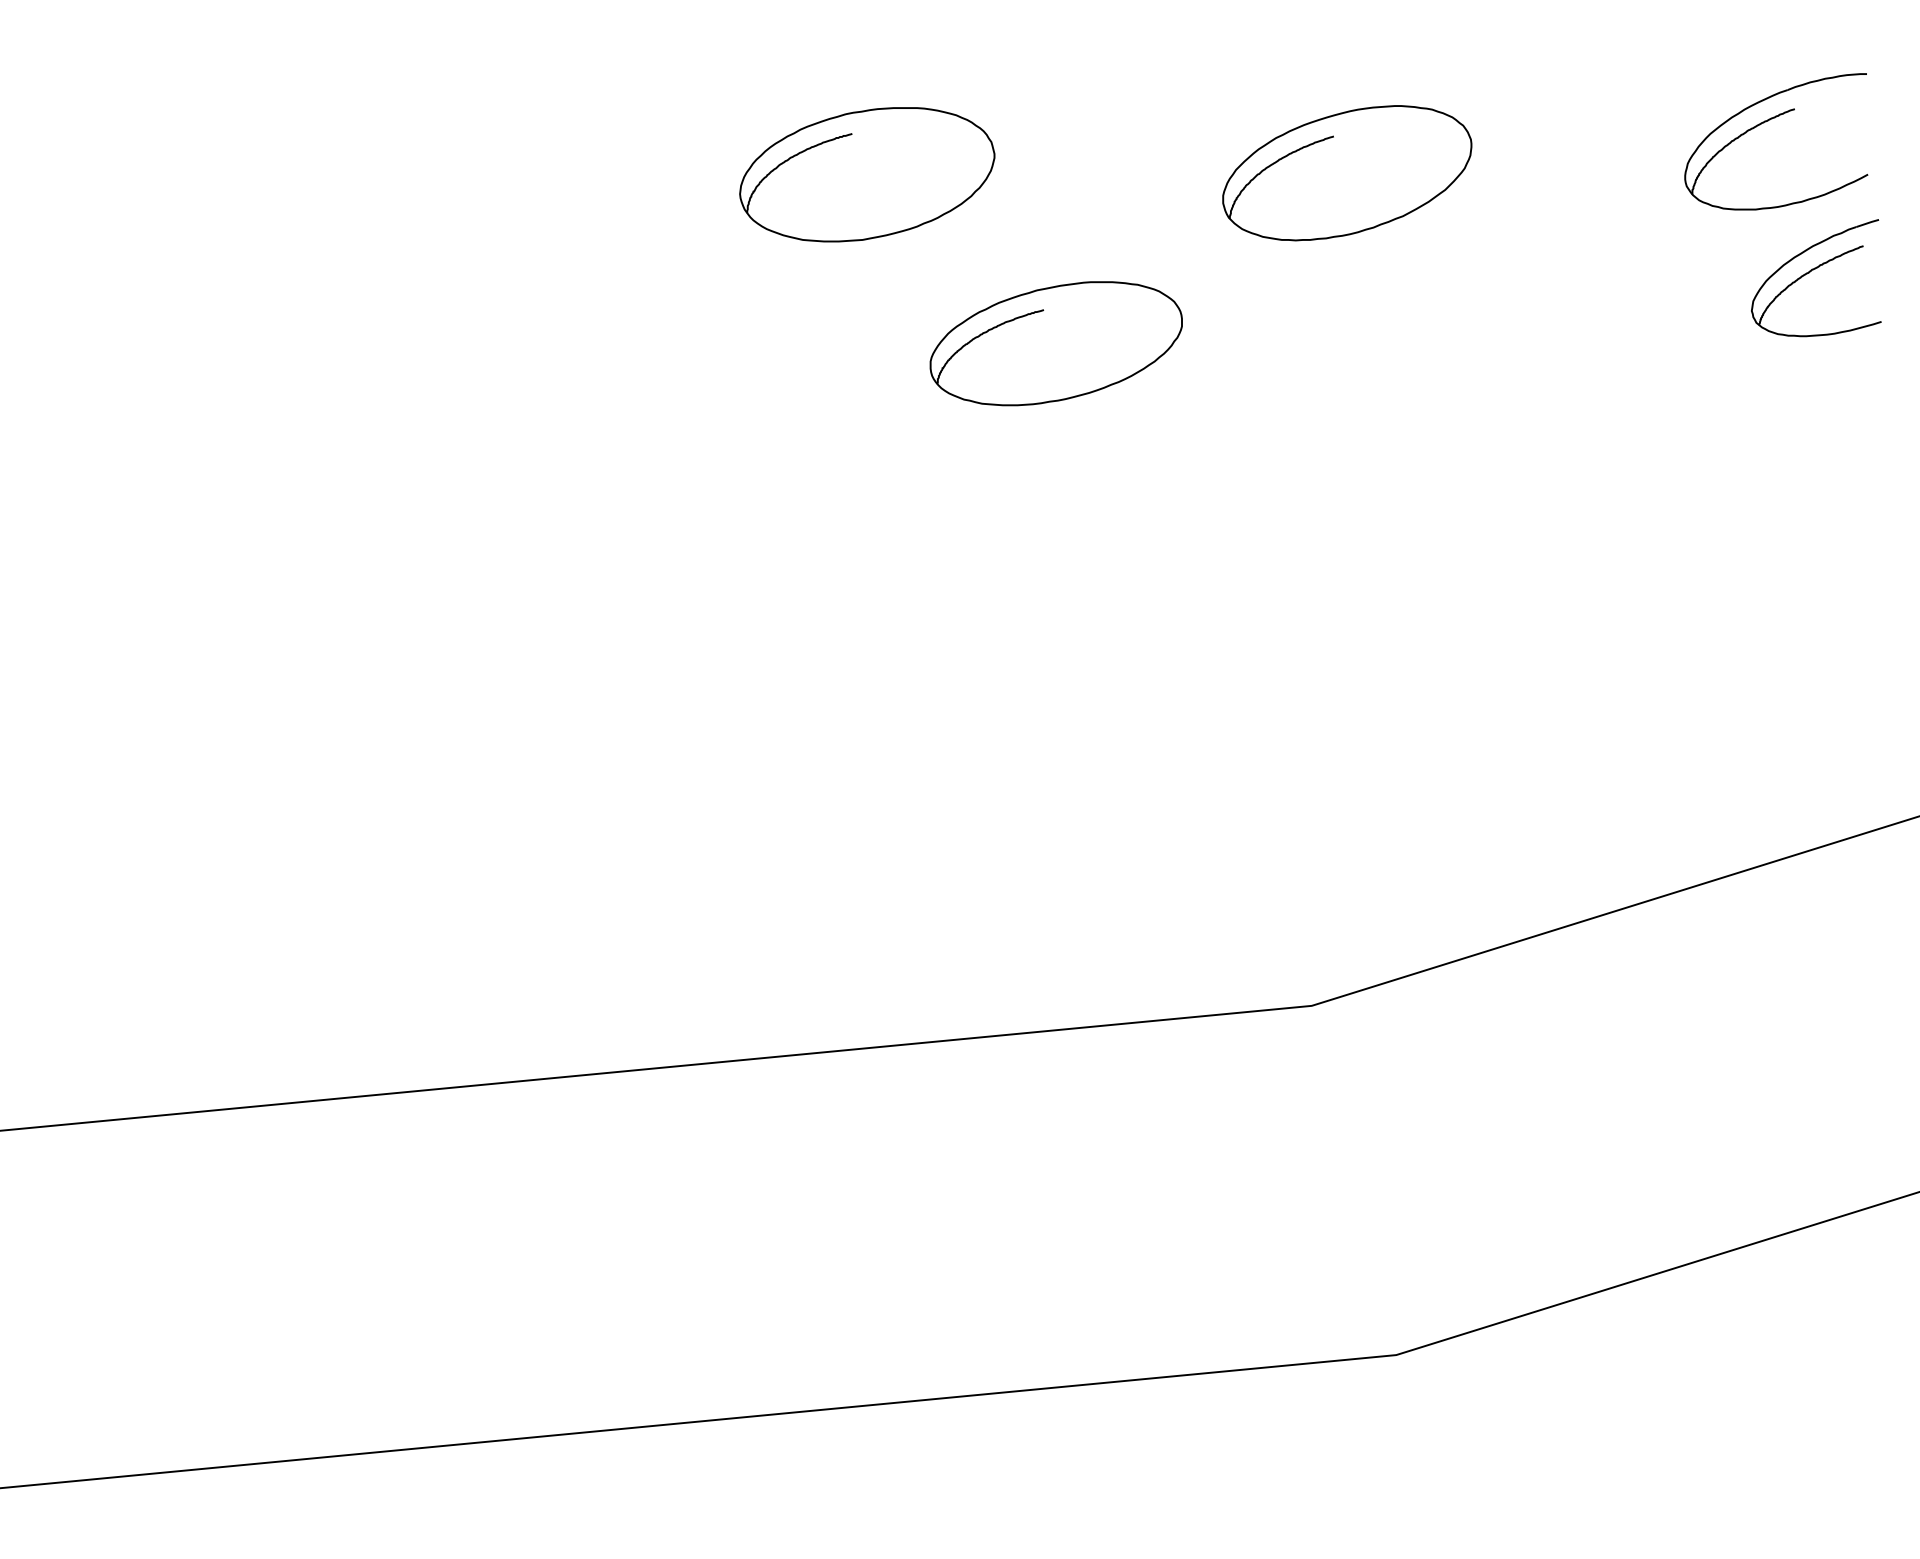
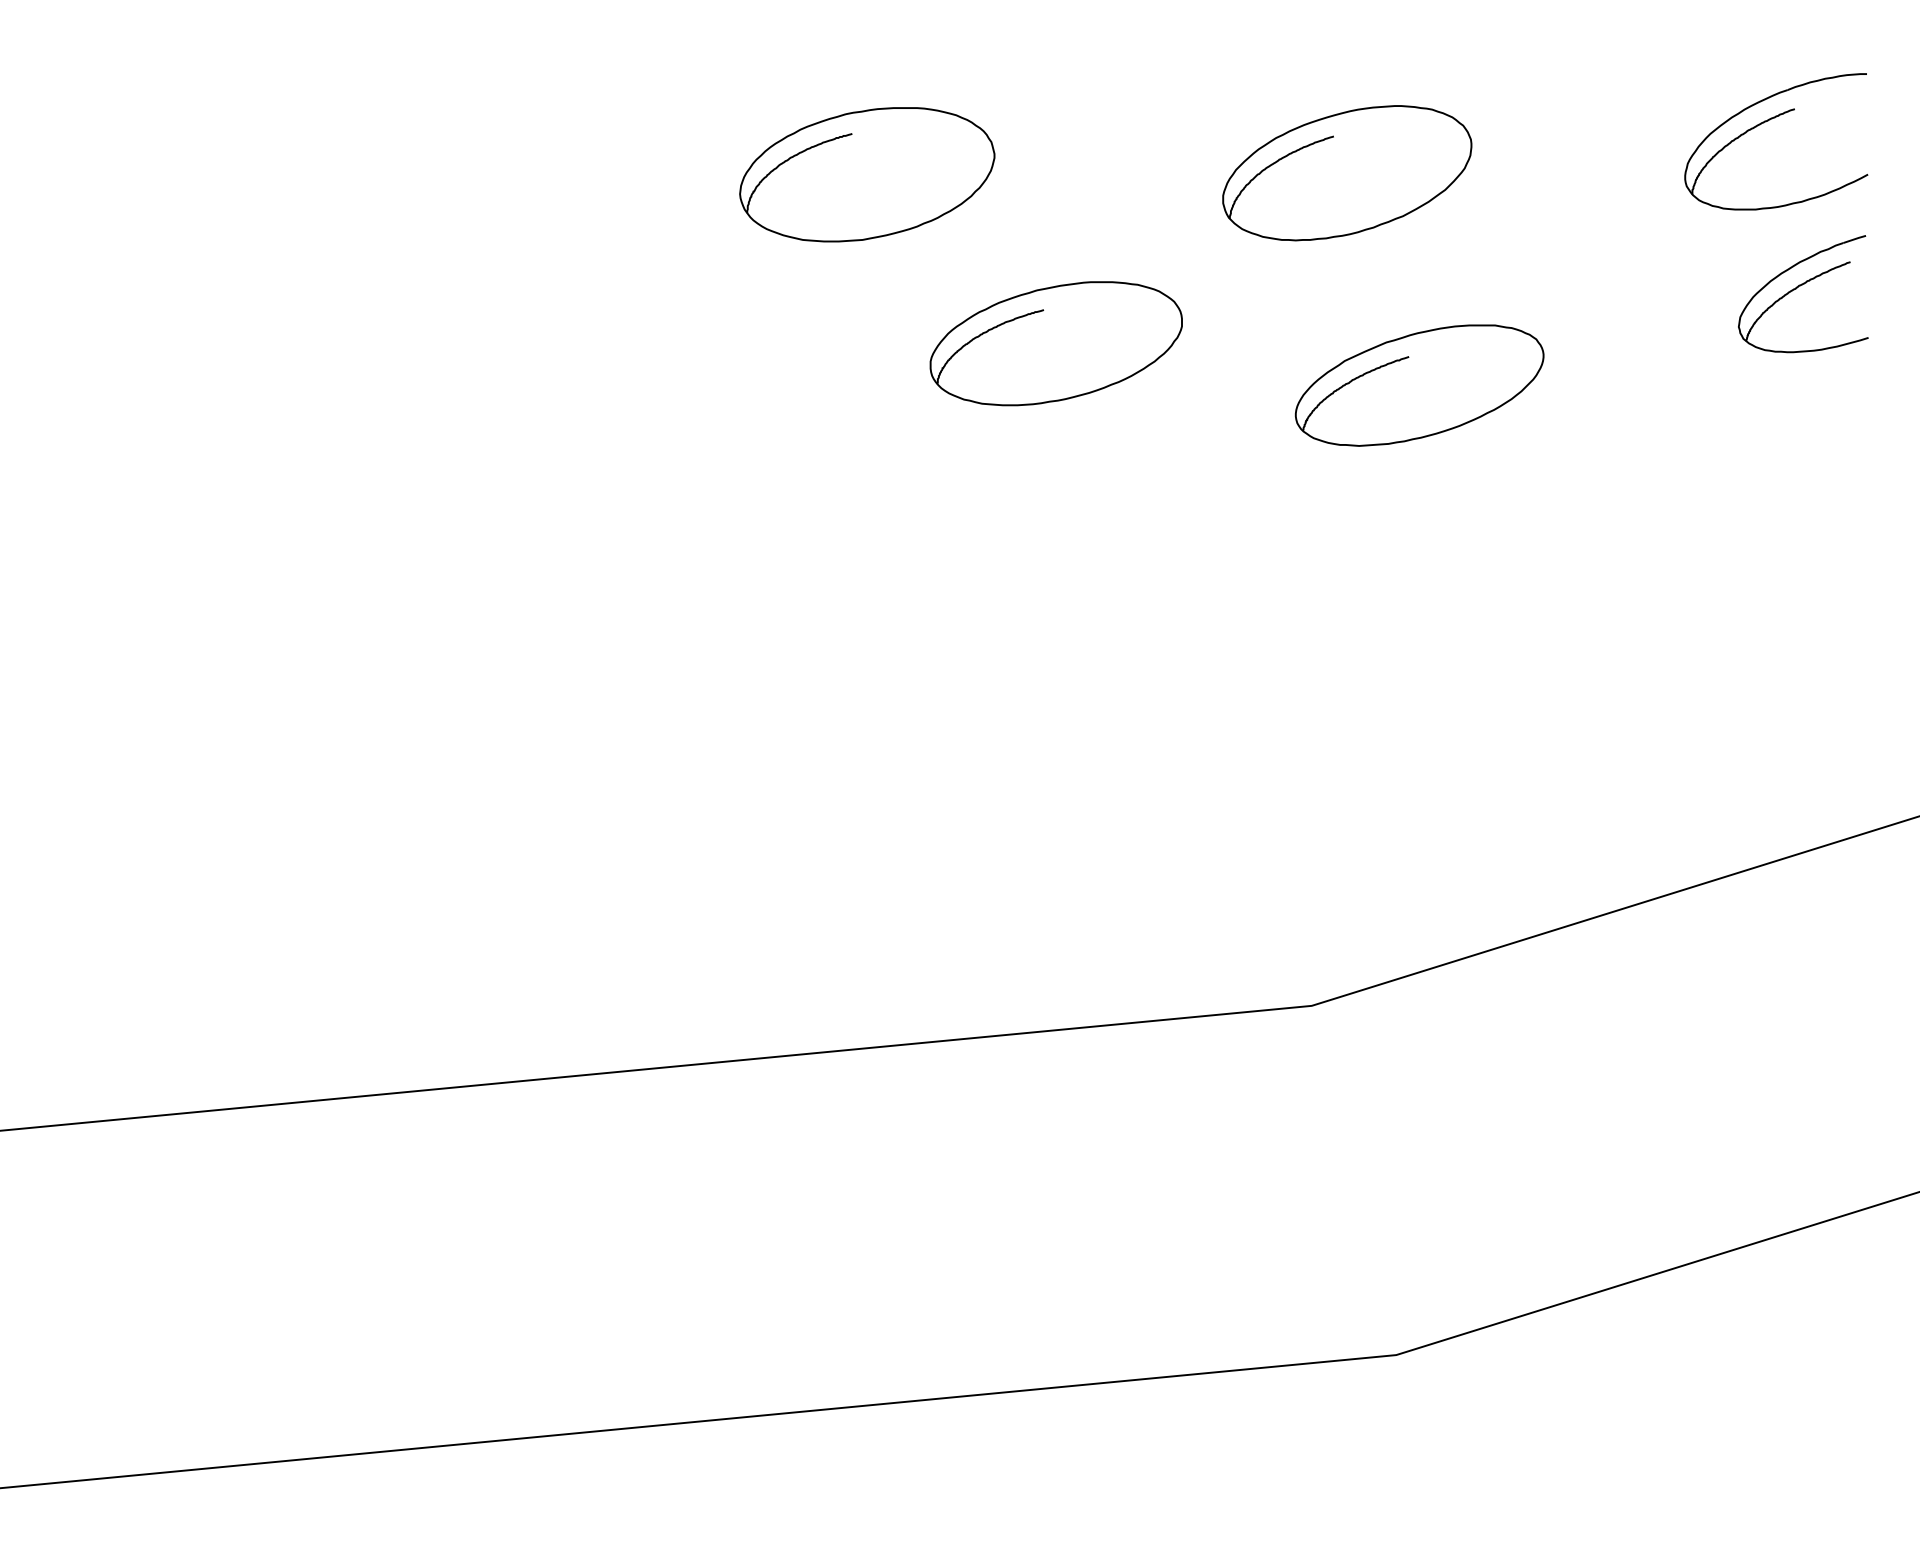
part at (1810, 272) position: (1810, 272) -> (1797, 288)
part at (1419, 385): none -> present
